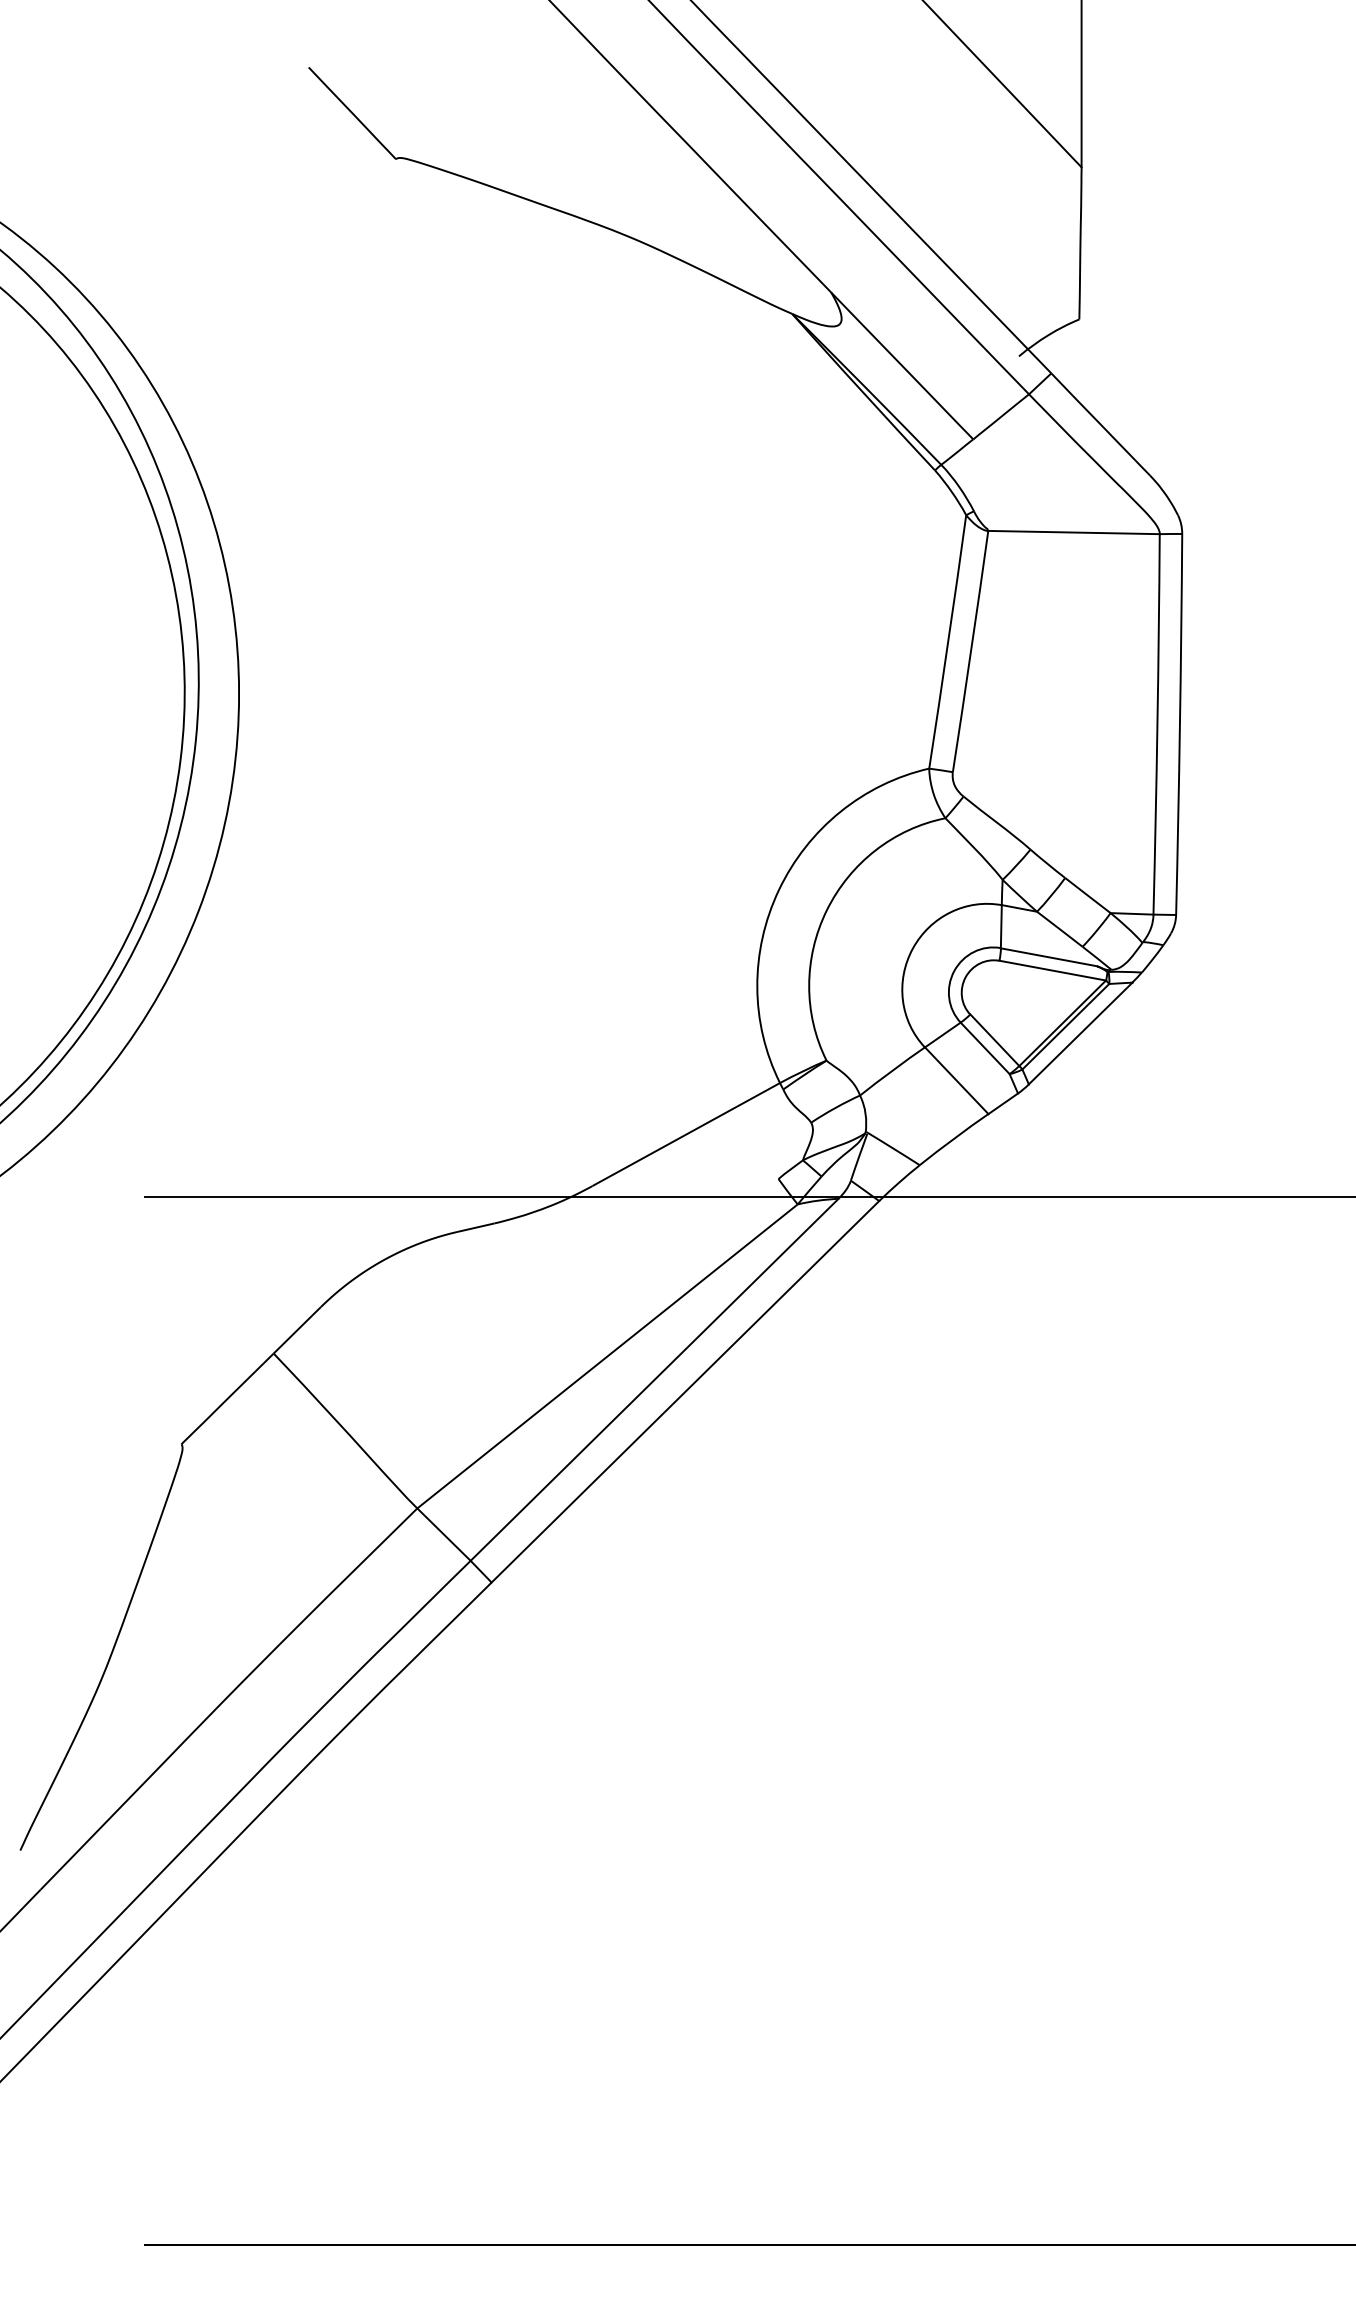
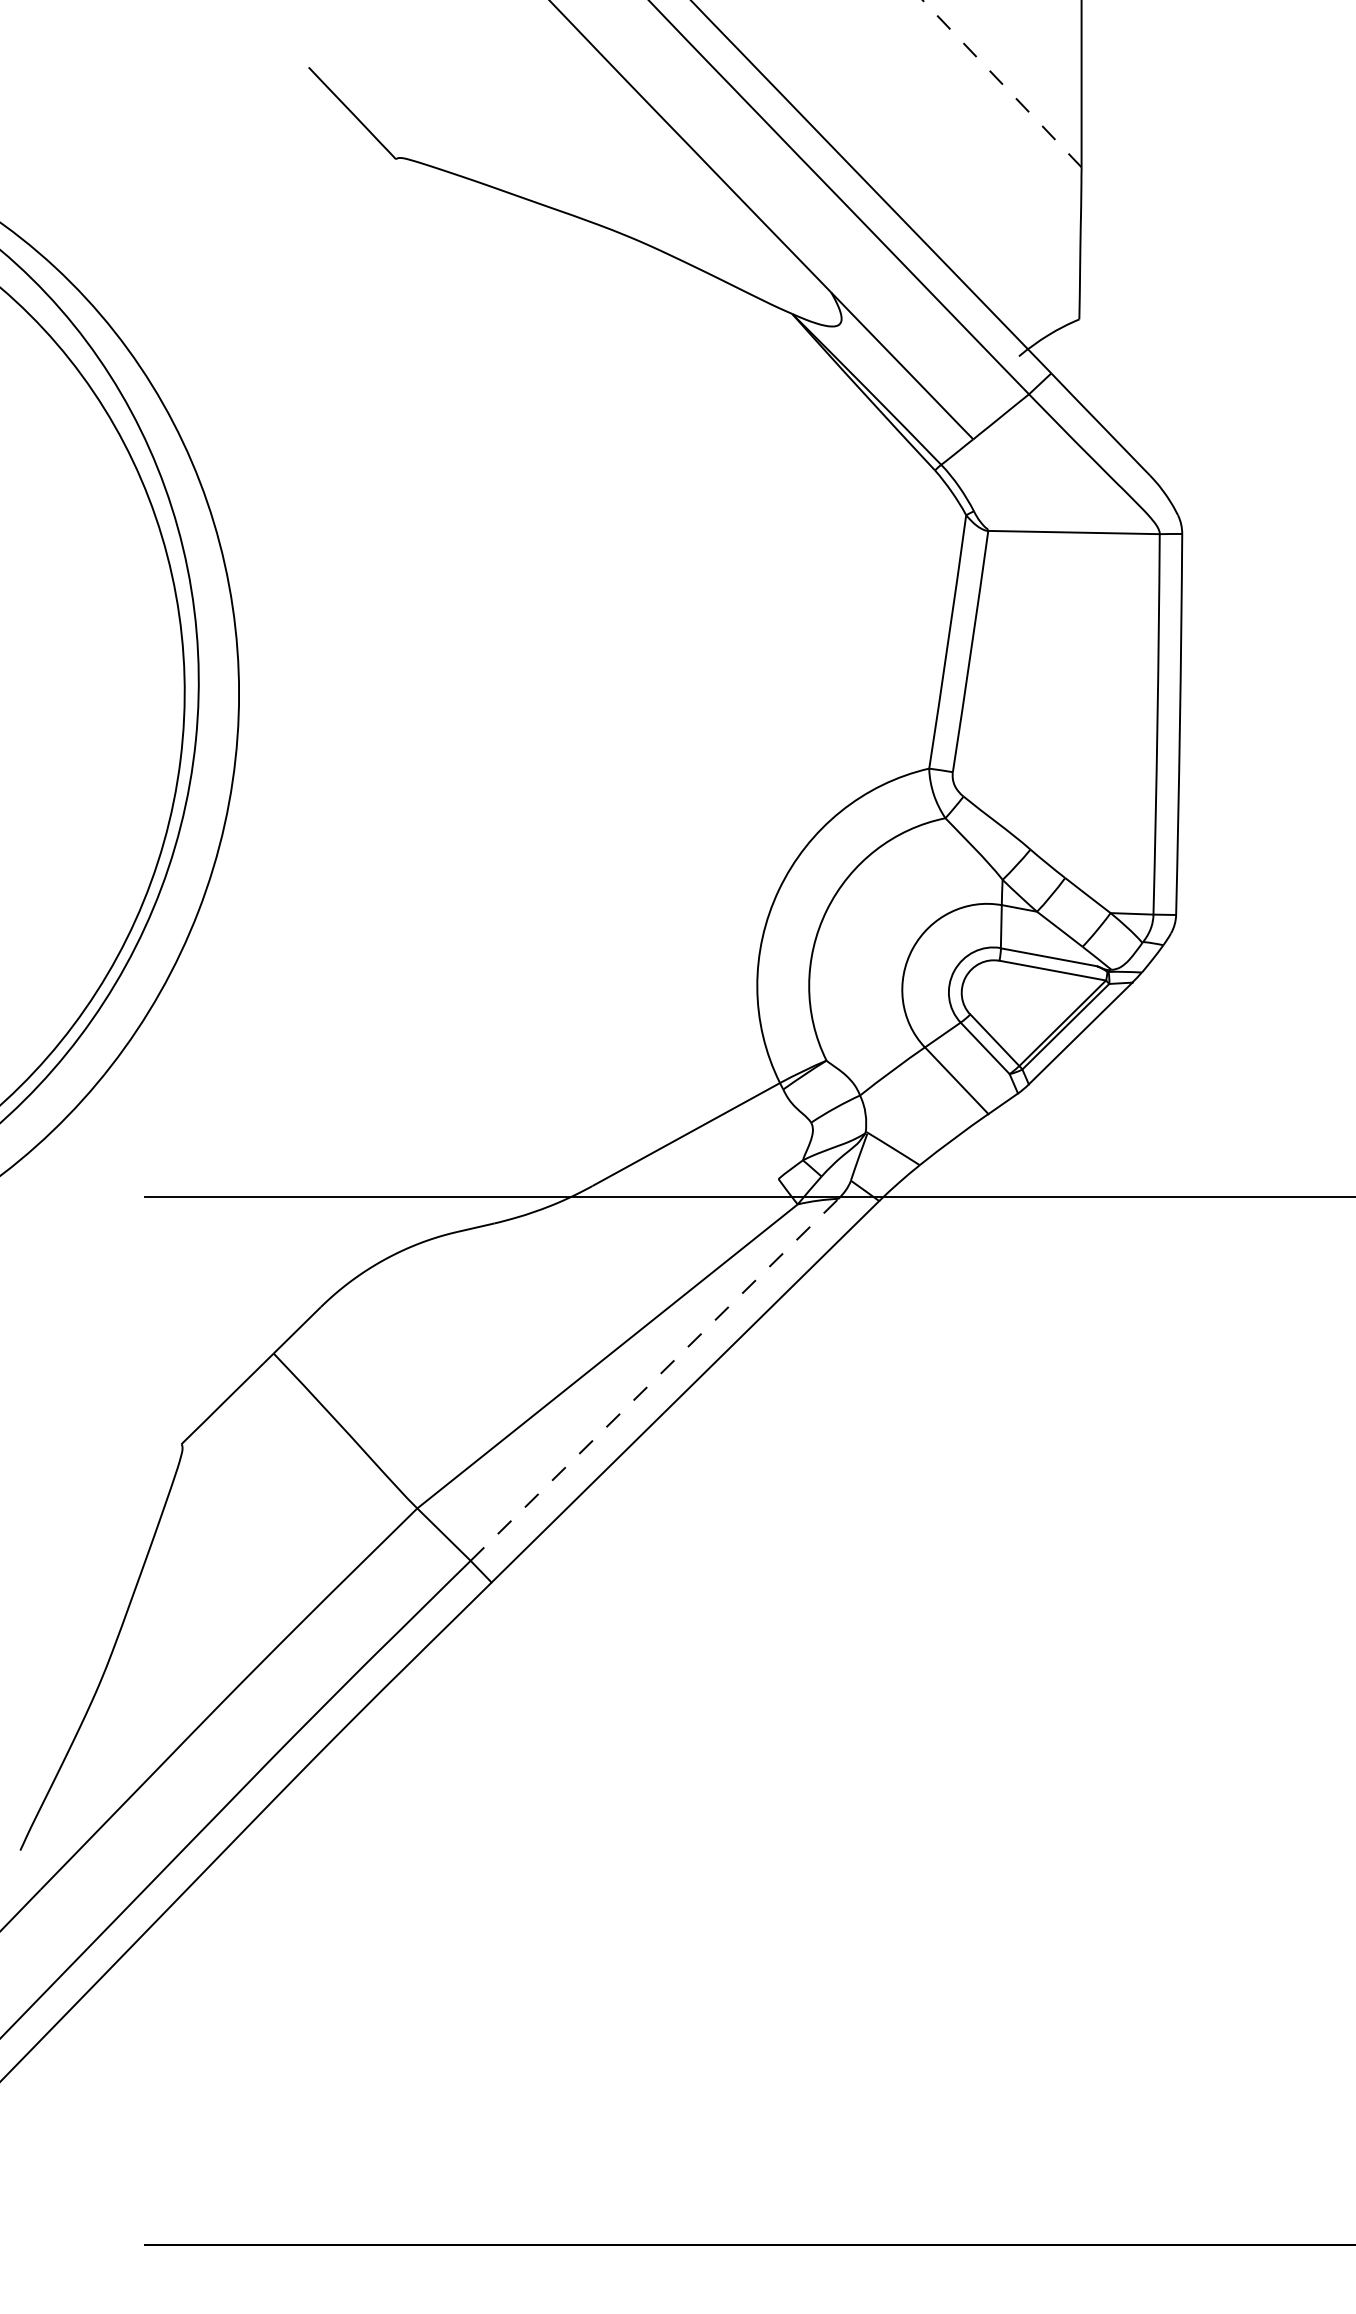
line at (1001, 83): solid -> dashed
line at (654, 1379): solid -> dashed
